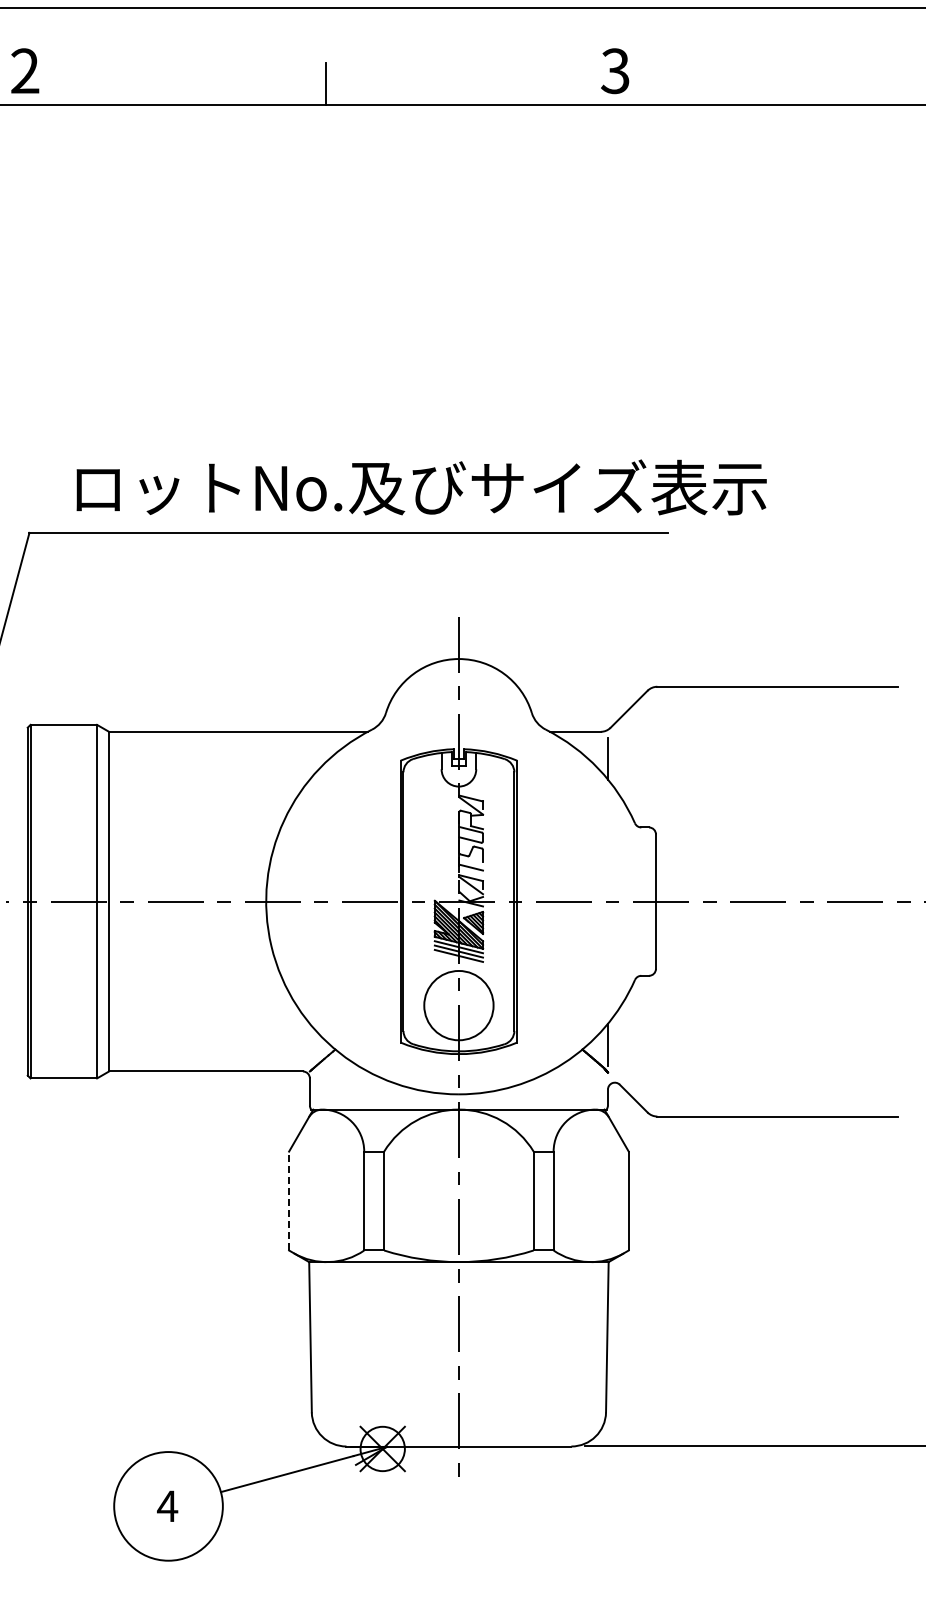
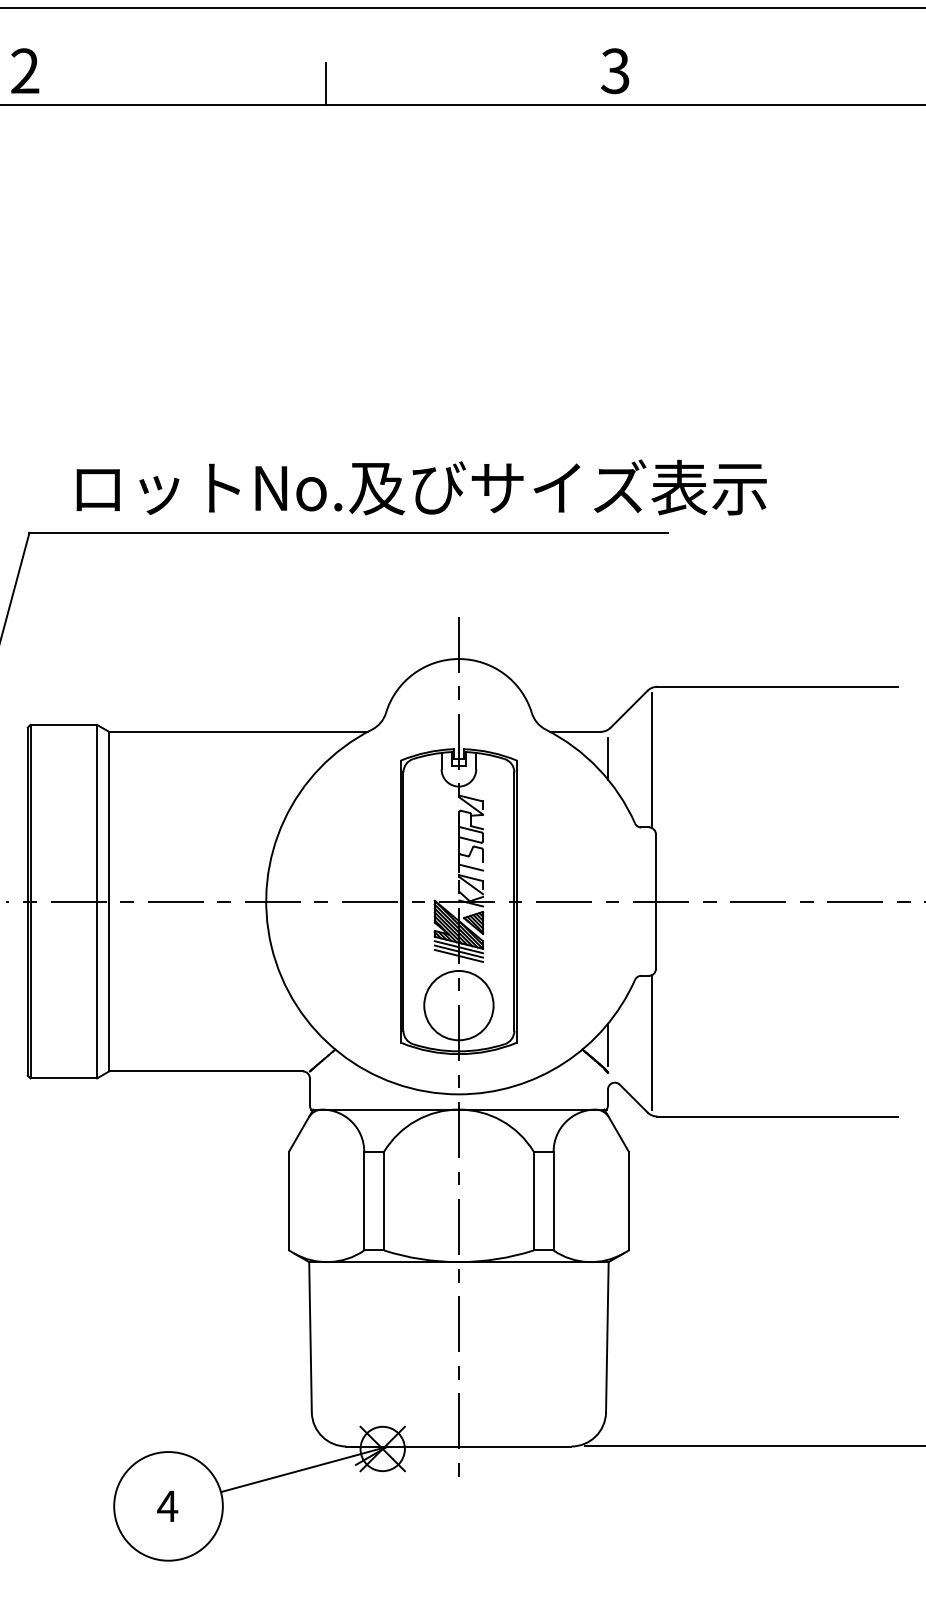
line at (651, 760): none -> present
line at (651, 1042): none -> present
line at (289, 1200): dashed -> solid
